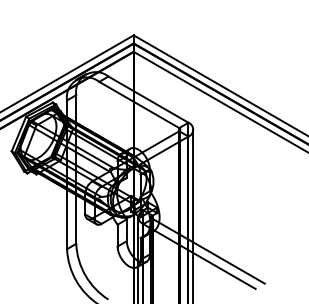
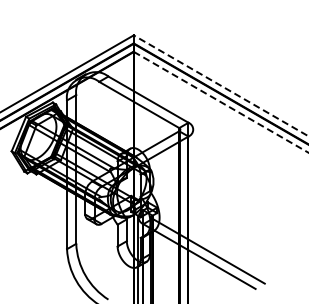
line at (221, 85): solid -> dashed
line at (221, 102): solid -> dashed
line at (193, 214): present -> none
